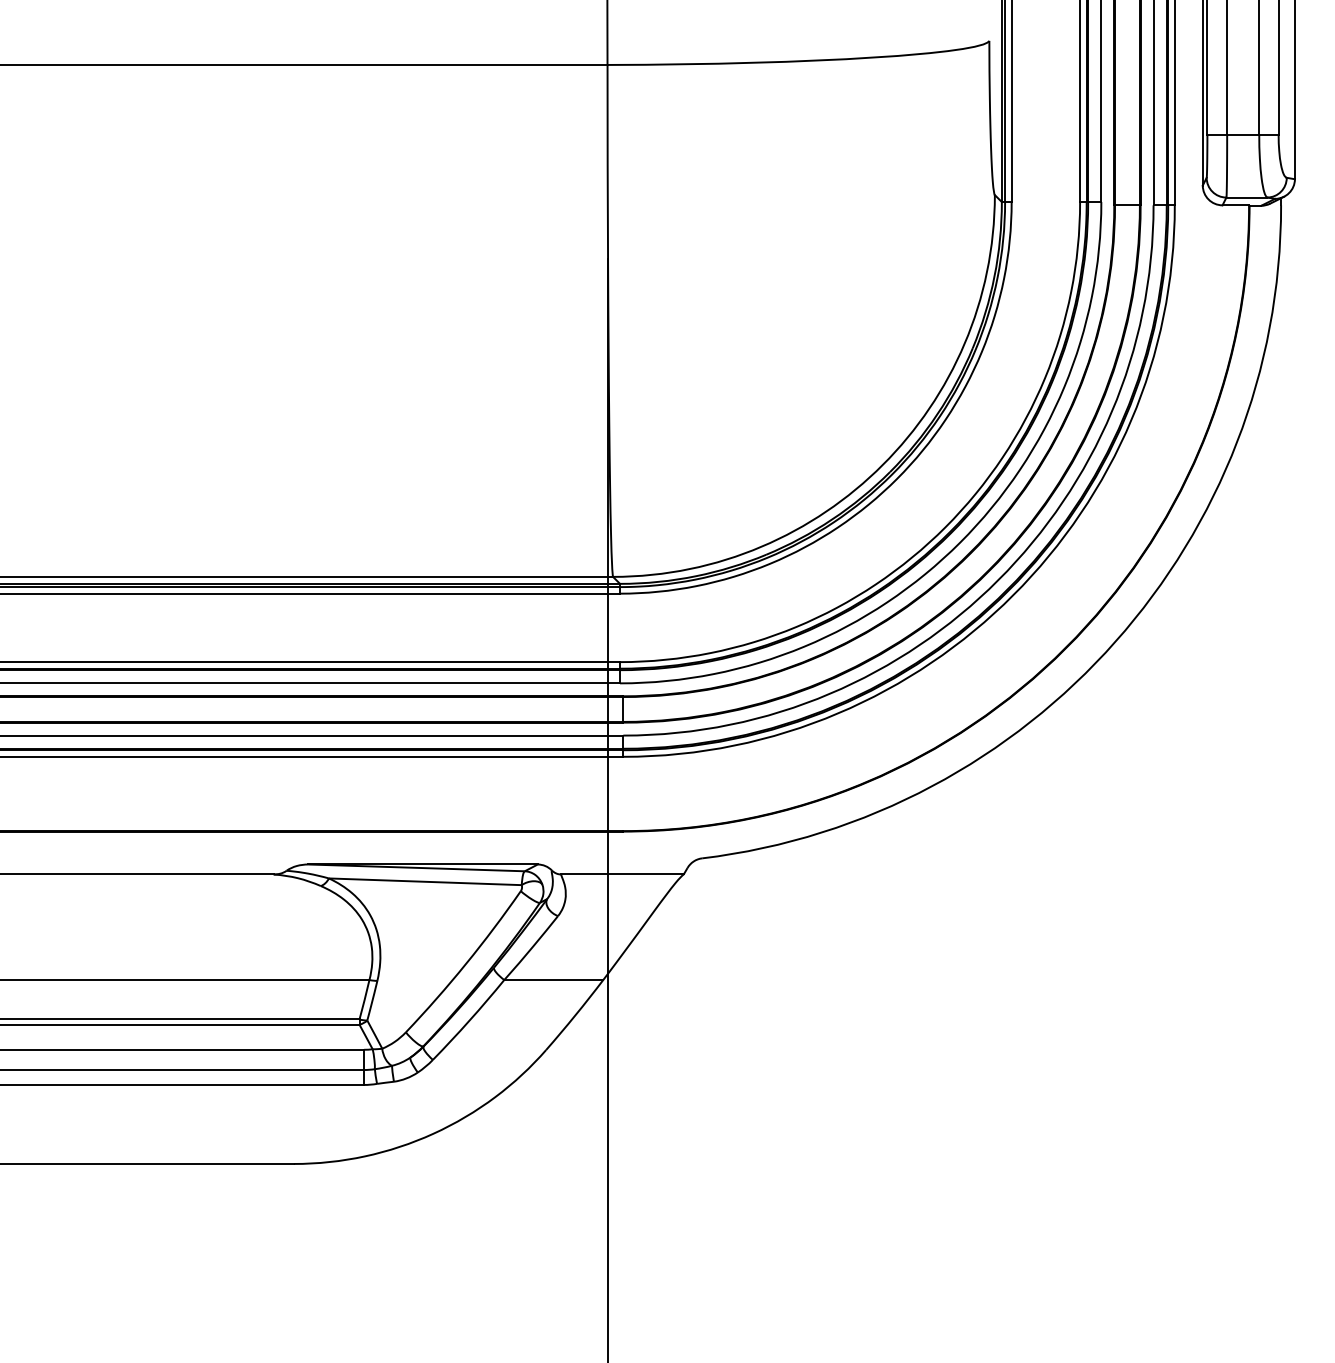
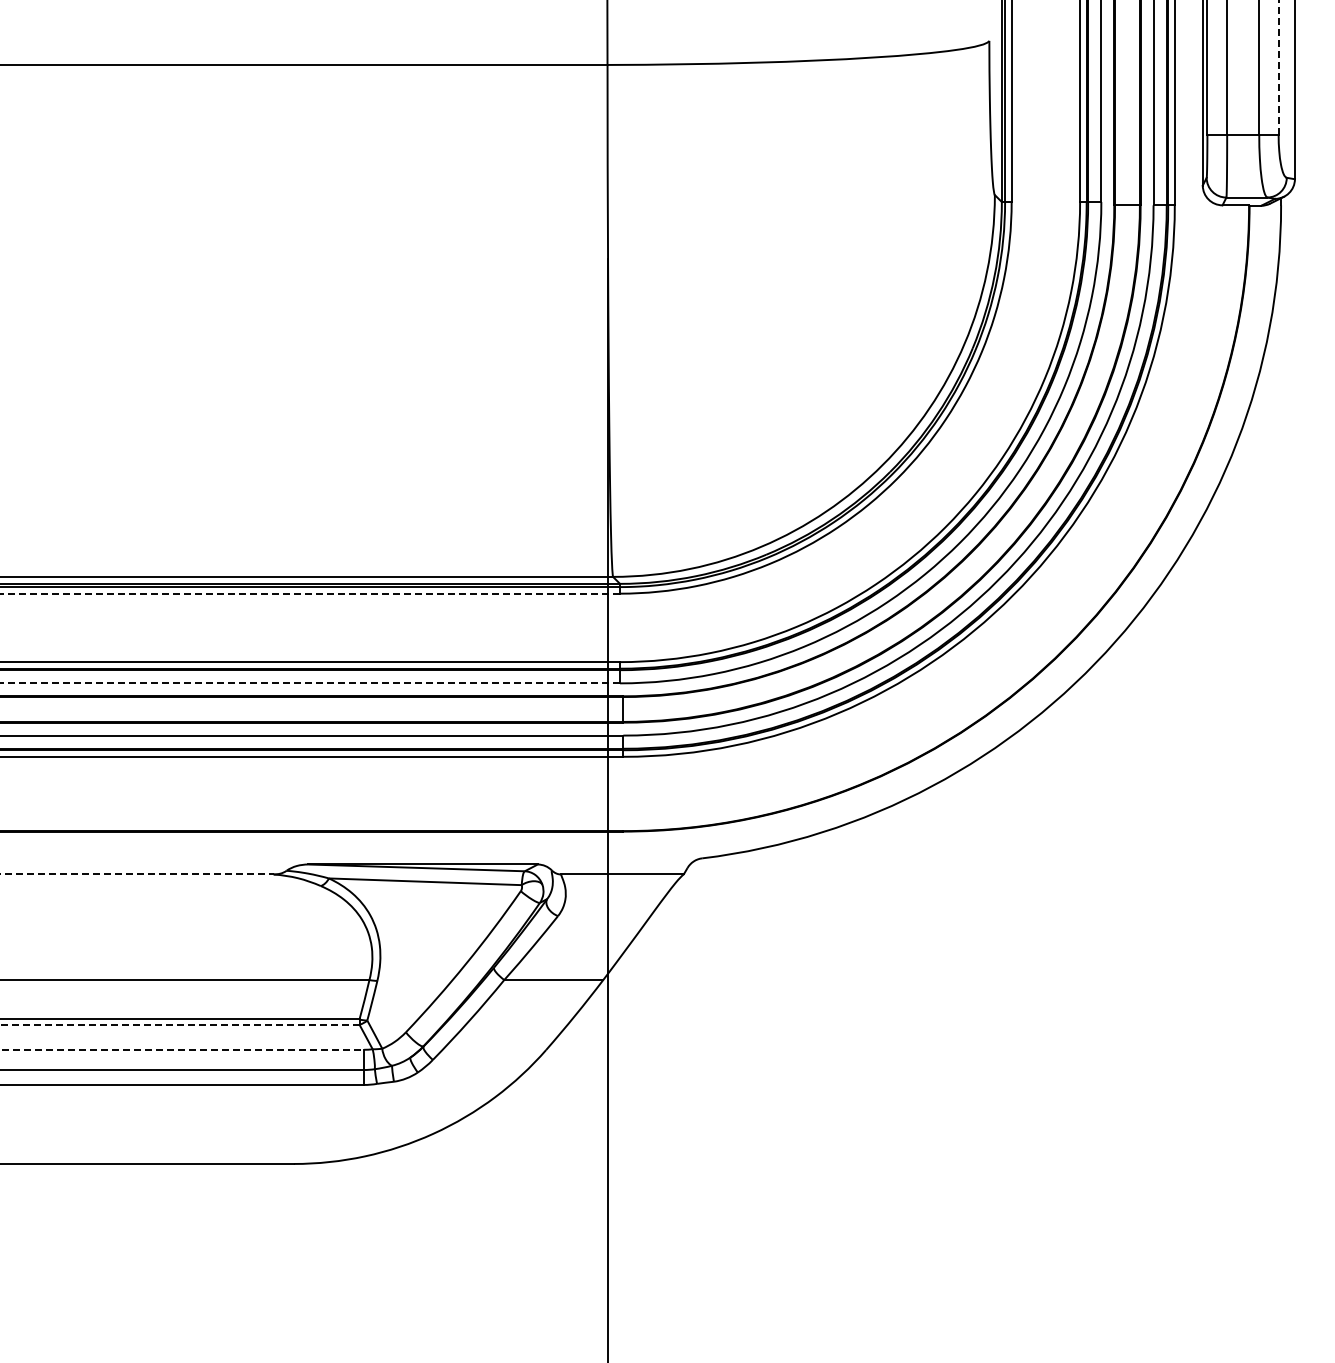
line at (1278, 68): solid -> dashed
line at (309, 593): solid -> dashed
line at (309, 683): solid -> dashed
line at (136, 874): solid -> dashed
line at (179, 1024): solid -> dashed
line at (182, 1049): solid -> dashed
